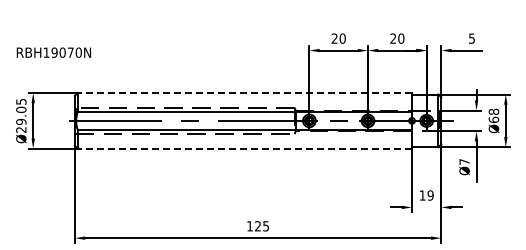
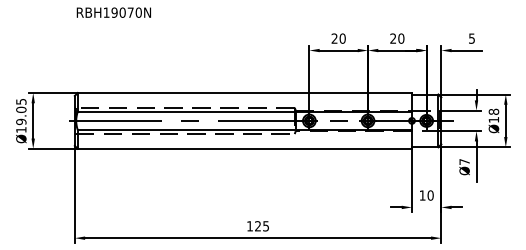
text at (53, 52) position: (53, 52) -> (113, 12)
line at (244, 92): dashed -> solid
text at (493, 119): Ø68 -> Ø18
text at (21, 129): Ø29.05 -> Ø19.05
line at (244, 148): dashed -> solid
text at (430, 195): 19 -> 10
